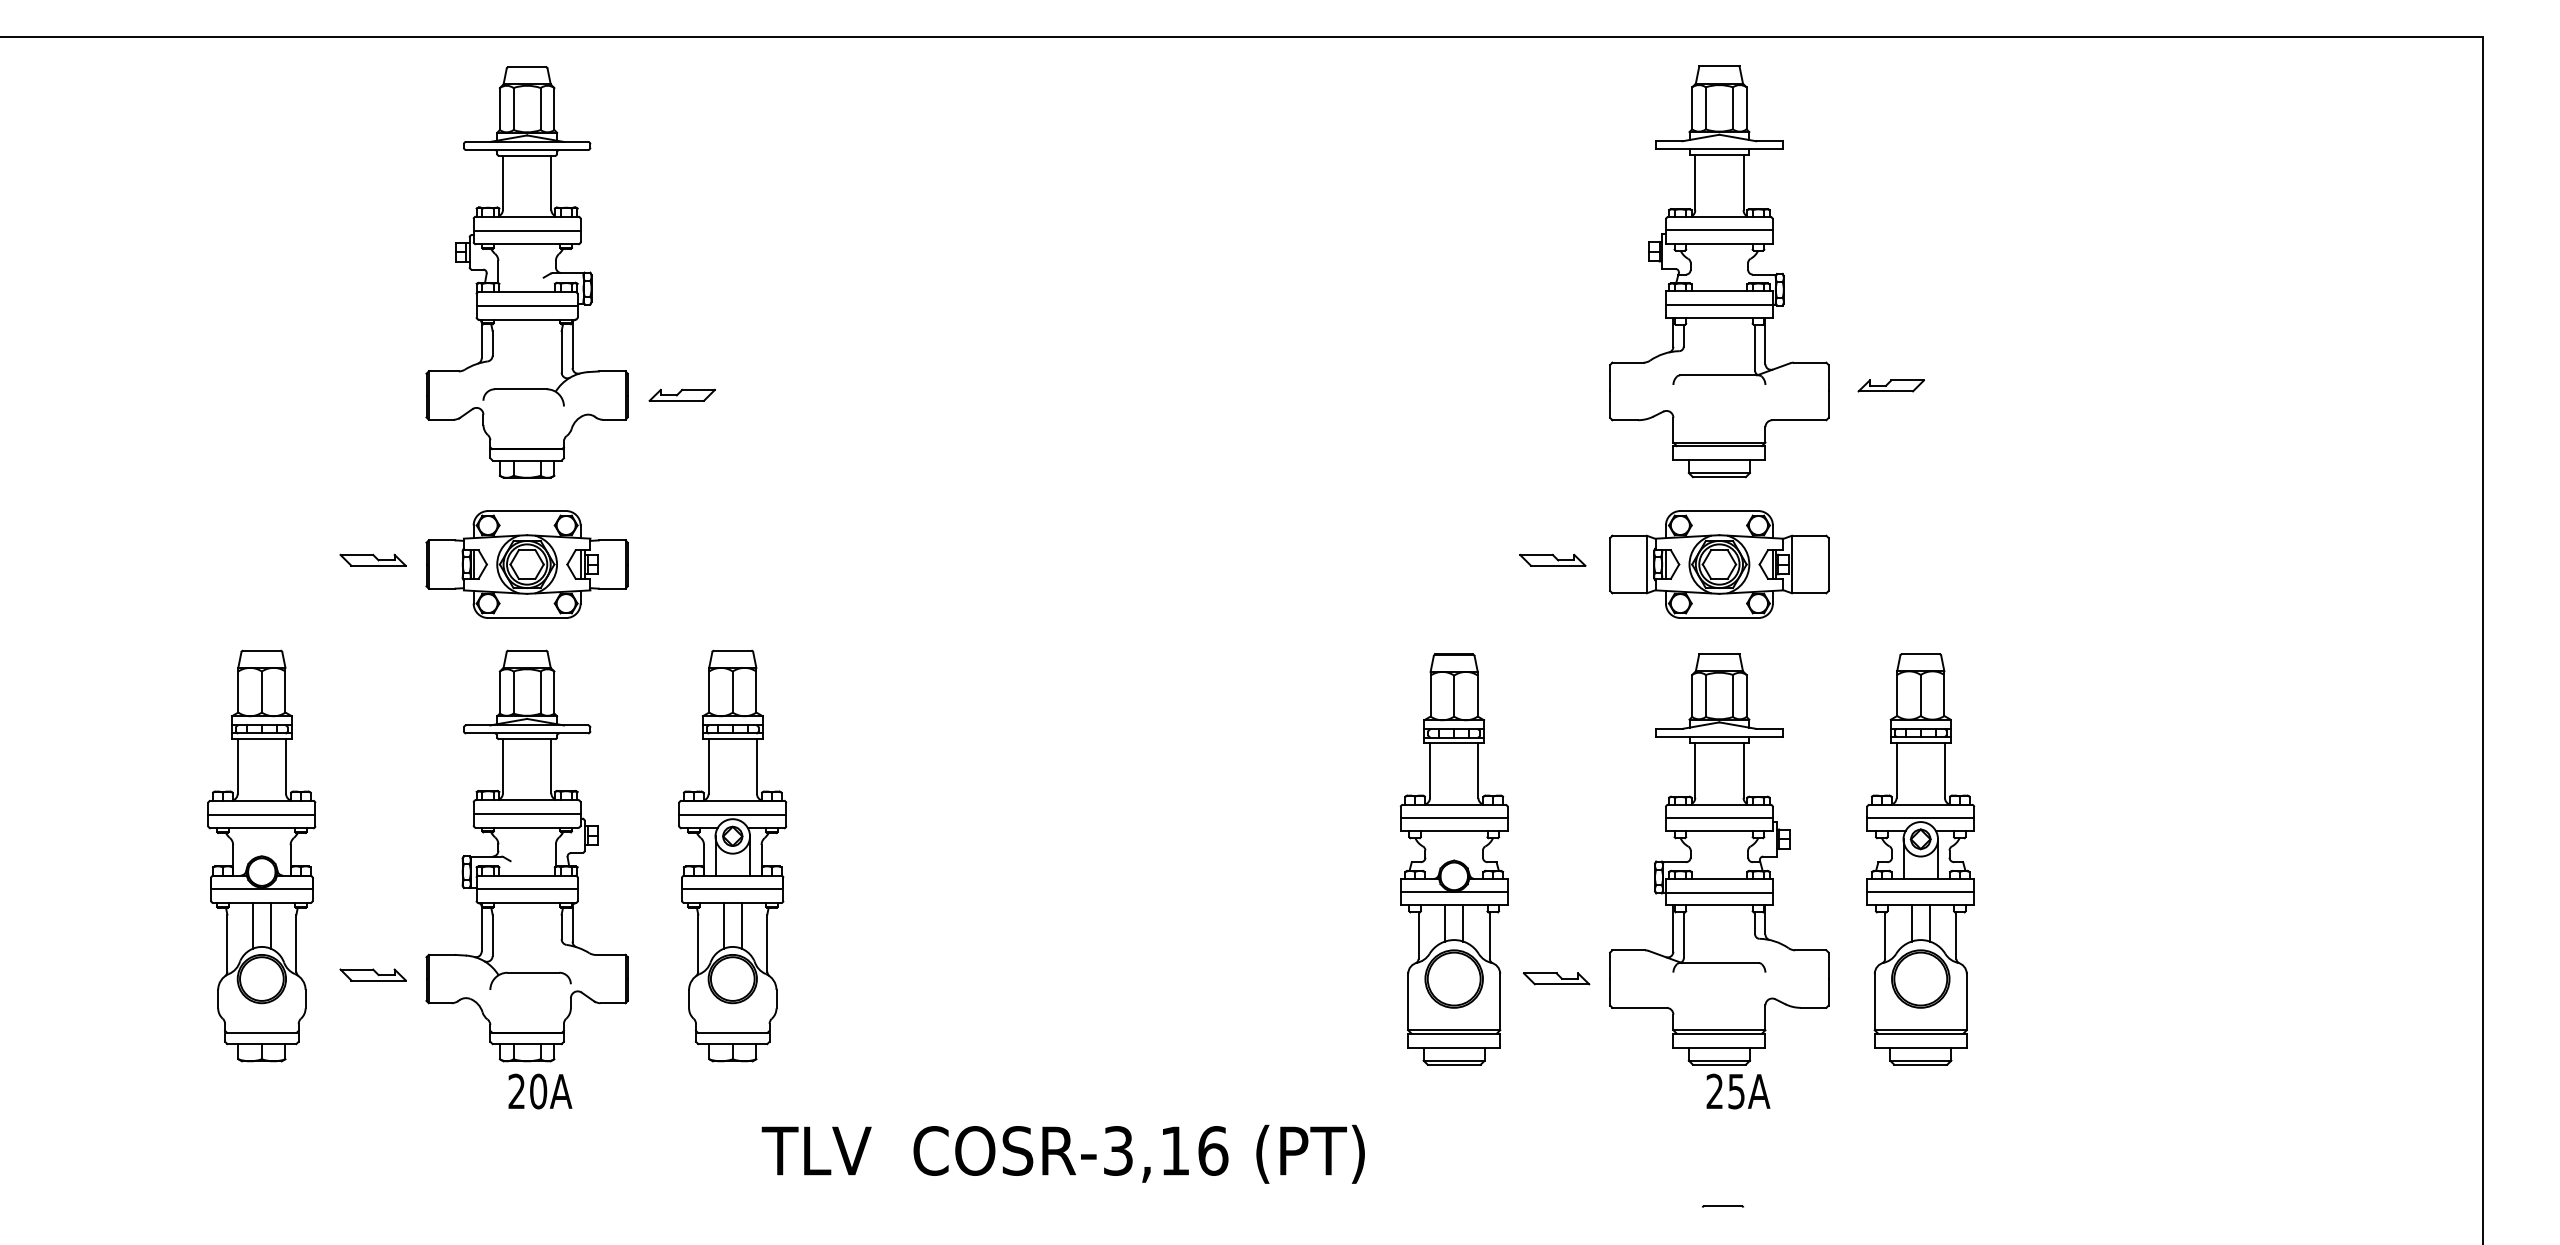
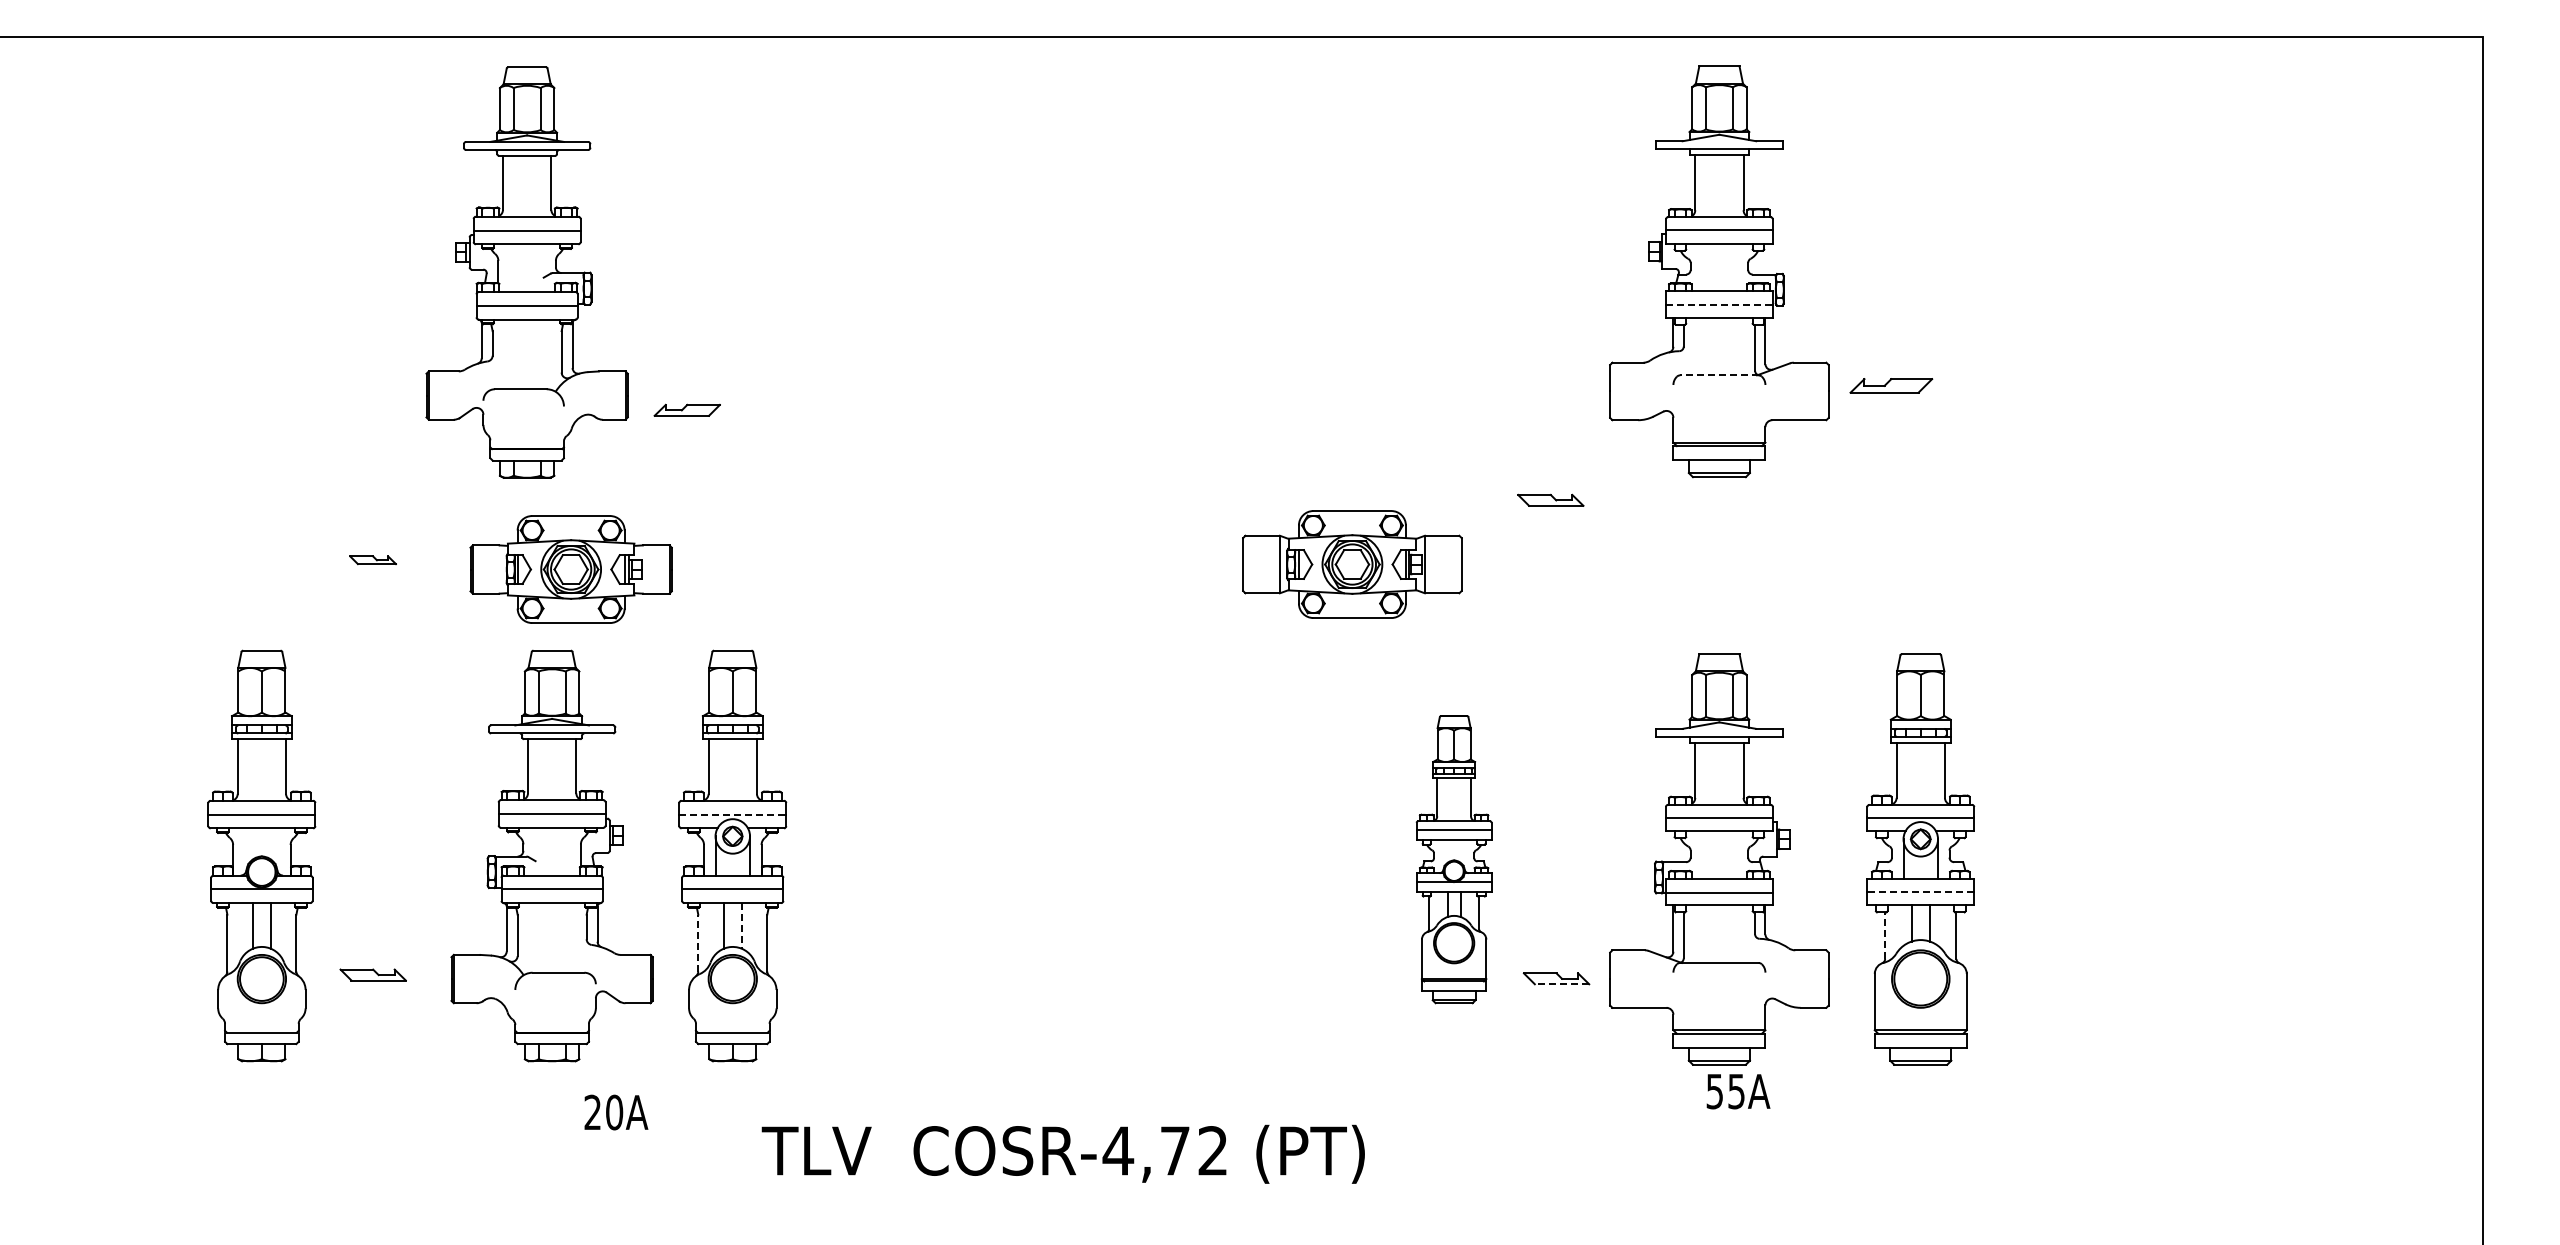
line at (1720, 305): solid -> dashed
line at (1718, 375): solid -> dashed
part at (1890, 385) size: 68x14 px -> 85x16 px
part at (681, 394) position: (681, 394) -> (686, 409)
part at (372, 559) size: 68x14 px -> 48x11 px
part at (1552, 559) position: (1552, 559) -> (1550, 499)
part at (526, 564) position: (526, 564) -> (570, 569)
part at (1719, 564) position: (1719, 564) -> (1352, 564)
line at (733, 814): solid -> dashed
part at (526, 855) position: (526, 855) -> (551, 855)
part at (1453, 859) size: 110x413 px -> 78x290 px
line at (1920, 891): solid -> dashed
line at (742, 925): solid -> dashed
line at (1885, 935): solid -> dashed
line at (698, 942): solid -> dashed
line at (1561, 984): solid -> dashed
text at (540, 1091) position: (540, 1091) -> (616, 1112)
text at (1714, 1091): 25A -> 55A
text at (1165, 1150): COSR-3,16 -> COSR-4,72
line at (1722, 1206): present -> none
